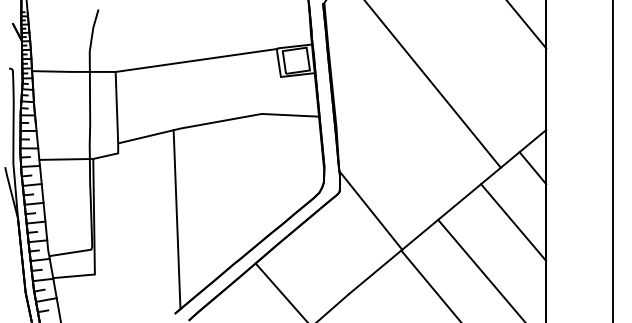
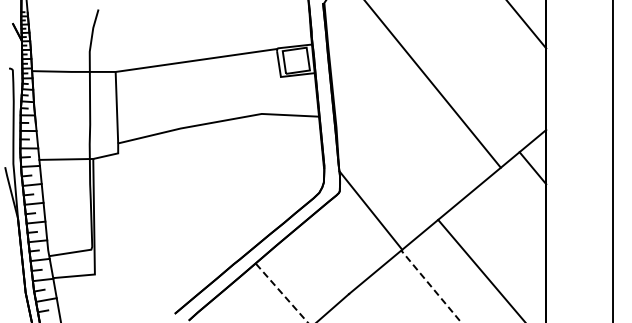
line at (176, 219): present -> none
line at (513, 222): present -> none
line at (431, 286): solid -> dashed
line at (281, 292): solid -> dashed
